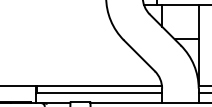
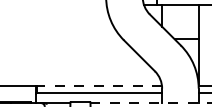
line at (99, 86): solid -> dashed
line at (151, 103): solid -> dashed
